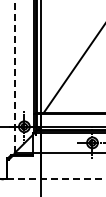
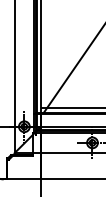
line at (14, 77): dashed -> solid
line at (71, 108): none -> present
line at (56, 179): dashed -> solid
